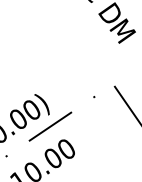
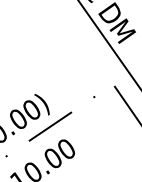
line at (108, 44): none -> present
